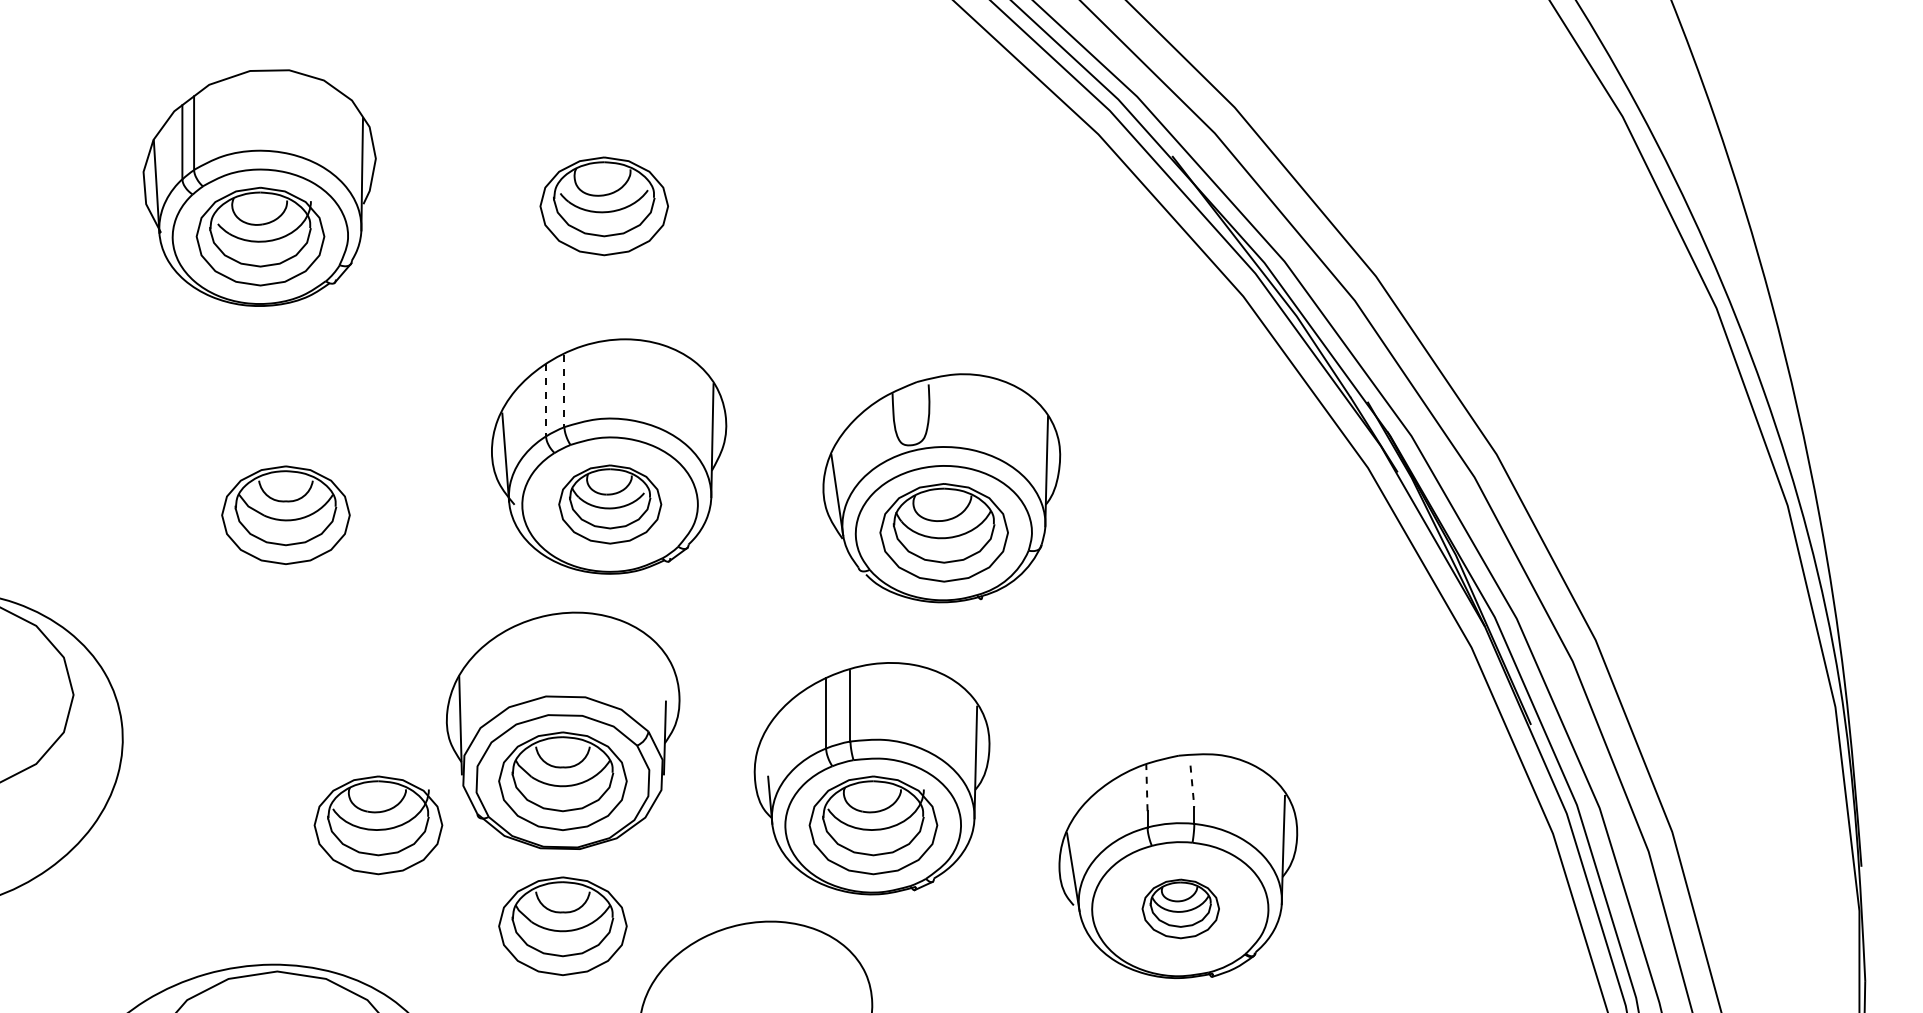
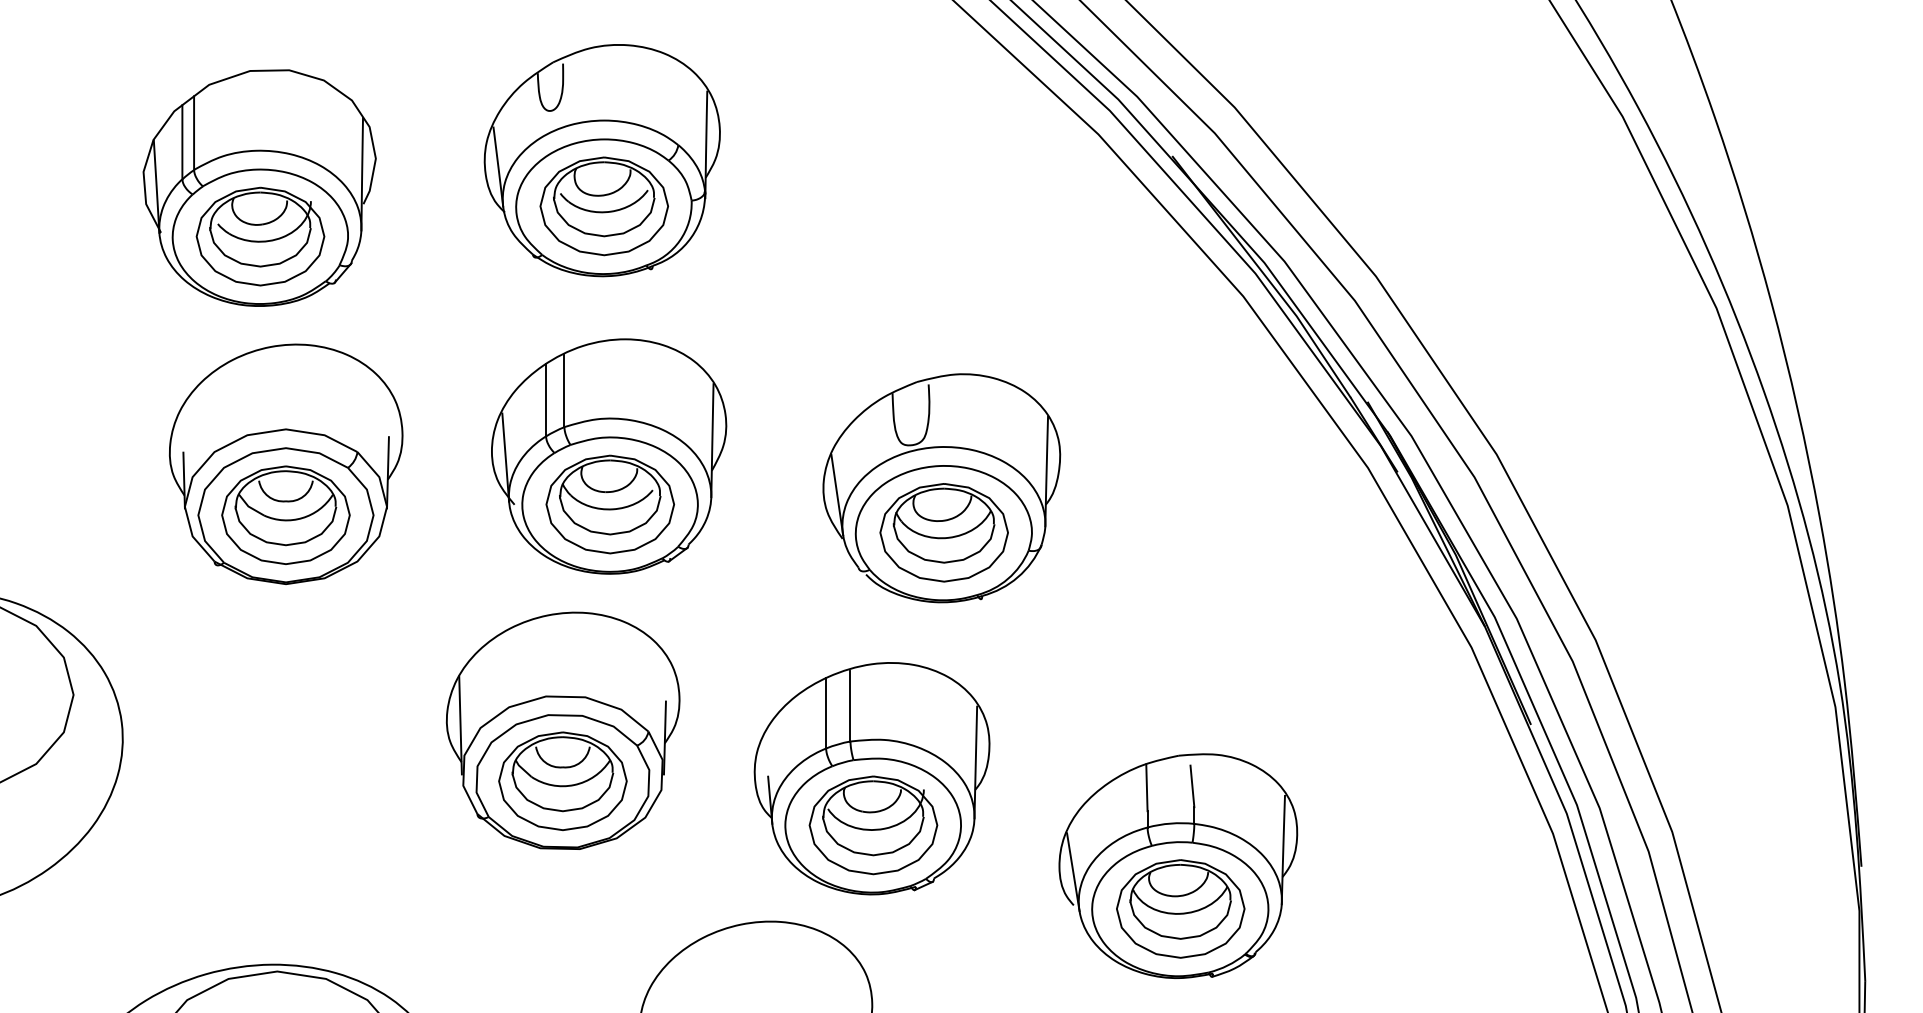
part at (601, 160): none -> present
line at (564, 391): dashed -> solid
line at (546, 400): dashed -> solid
part at (286, 463): none -> present
part at (610, 504) size: 105x81 px -> 130x101 px
line at (1192, 786): dashed -> solid
line at (1146, 787): dashed -> solid
part at (378, 825): present -> none
part at (1180, 908) size: 79x62 px -> 130x100 px
part at (562, 925): present -> none
